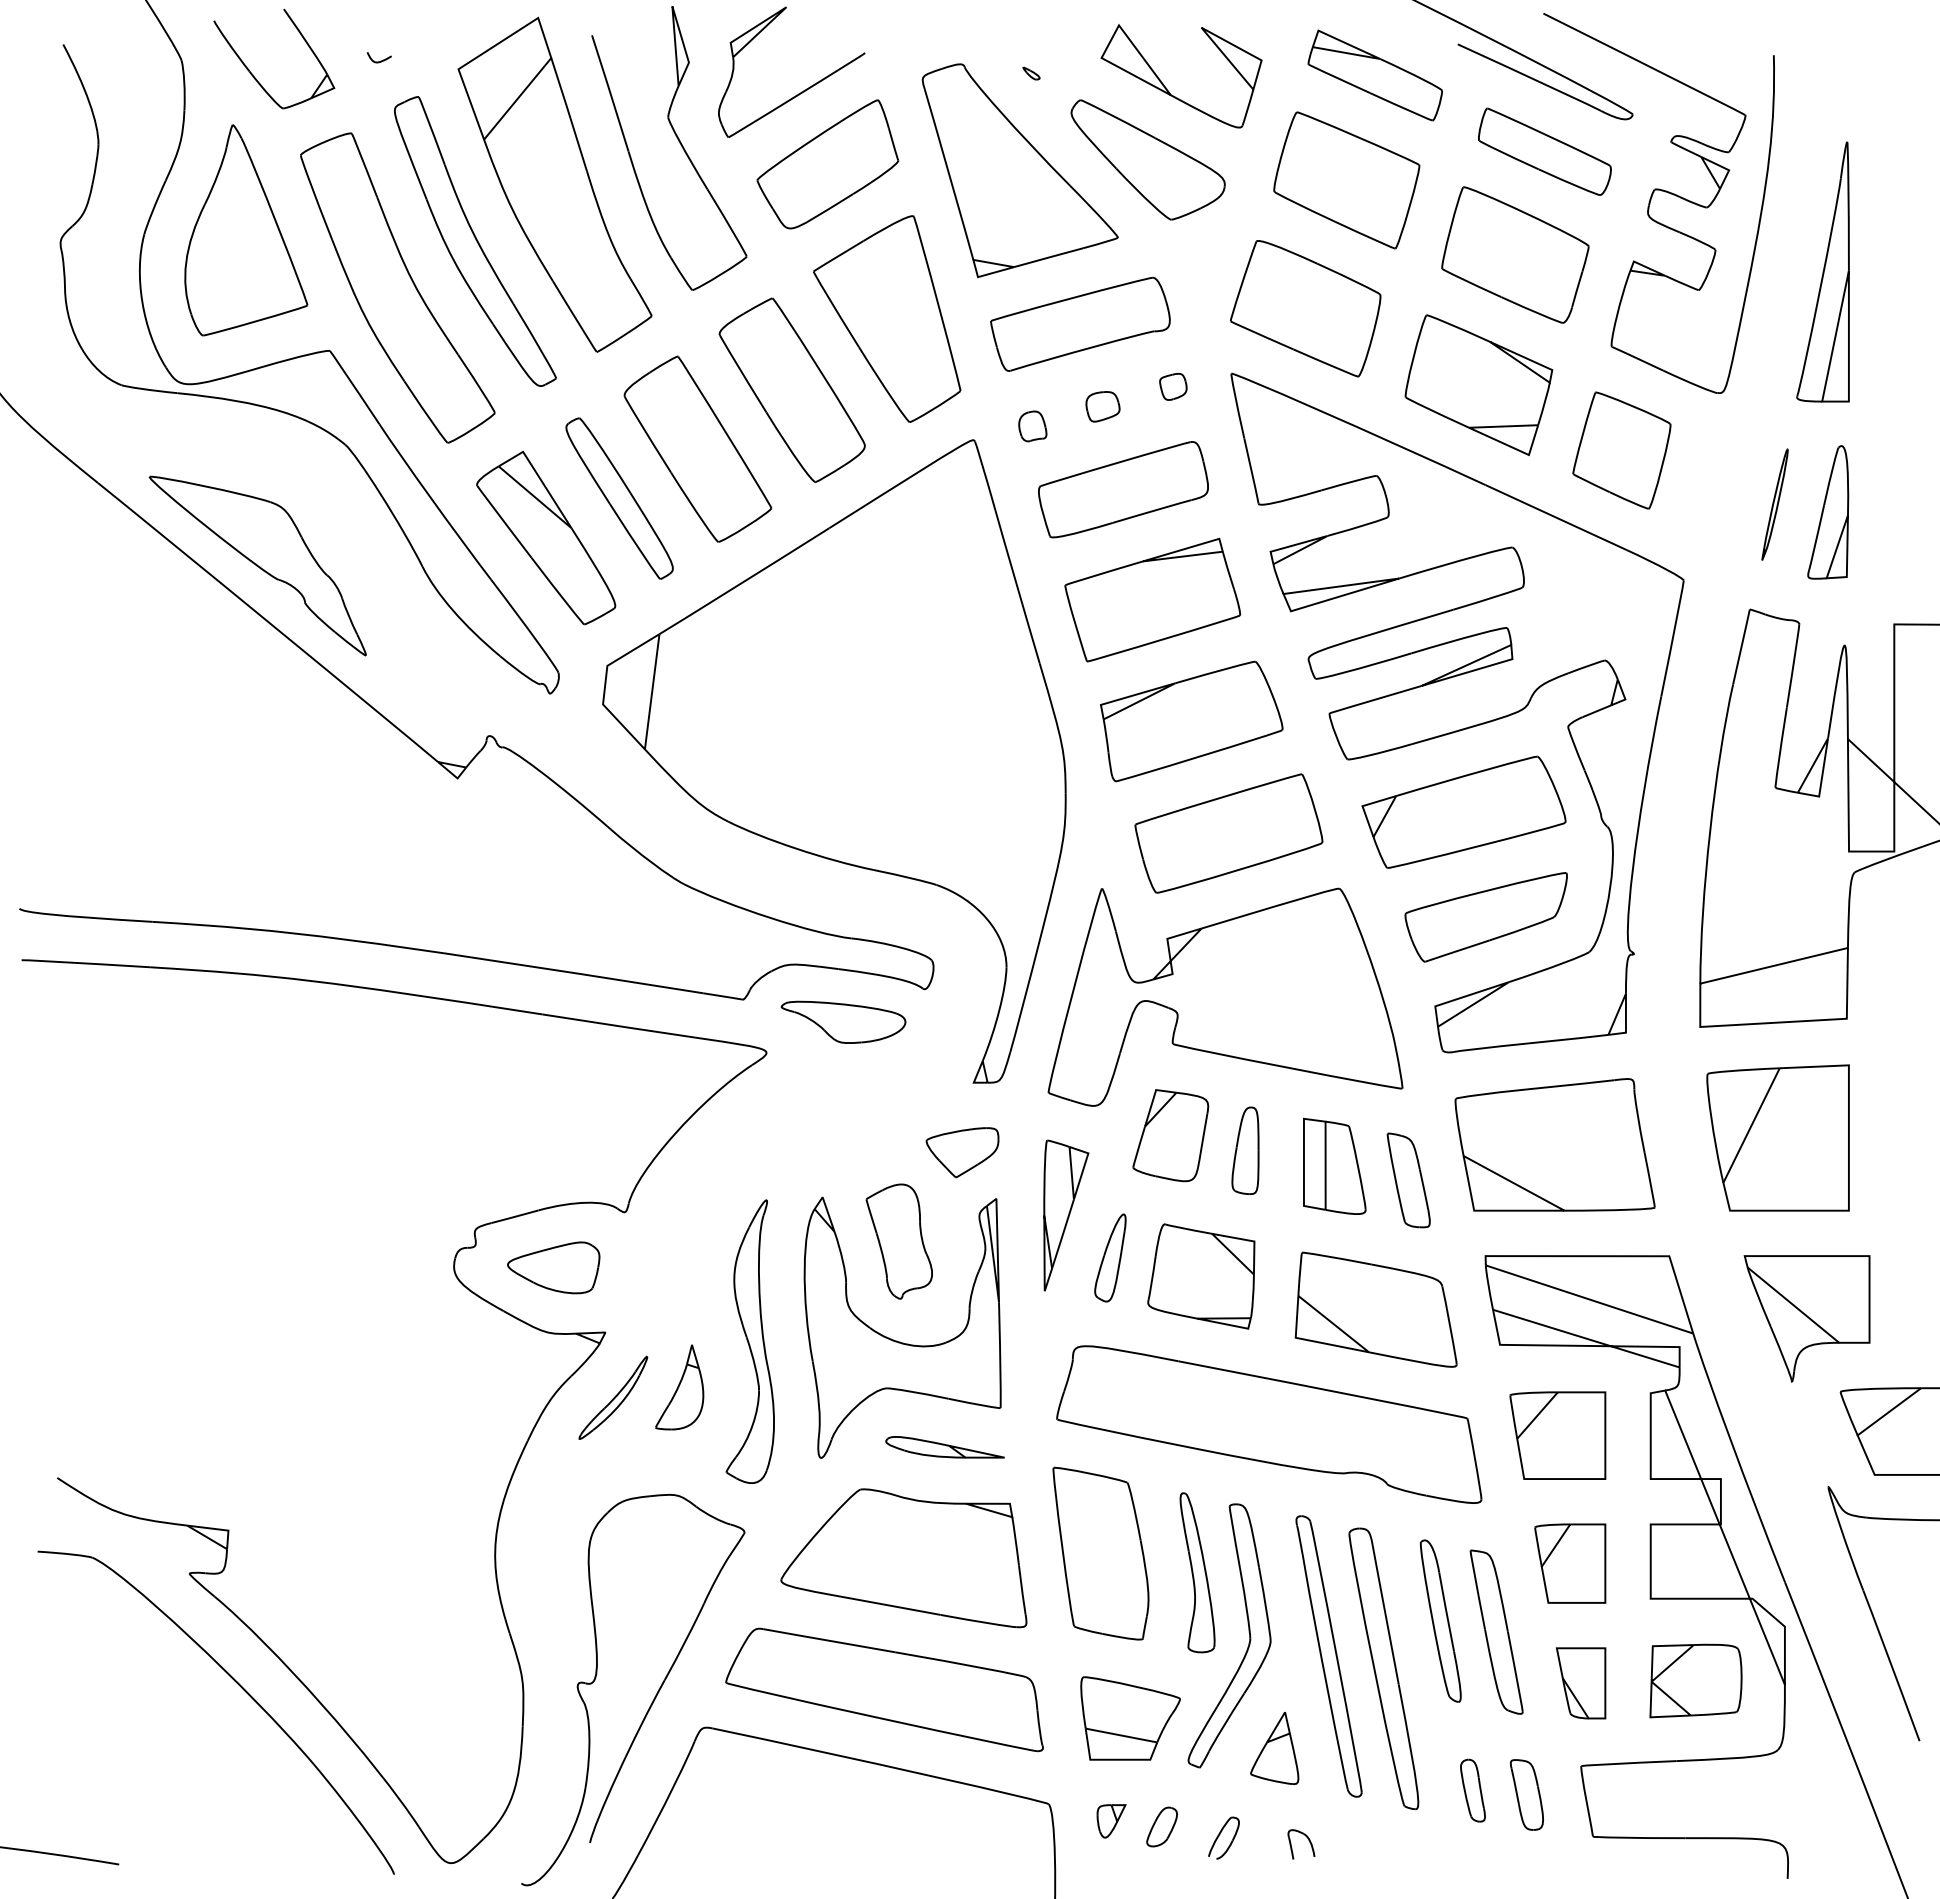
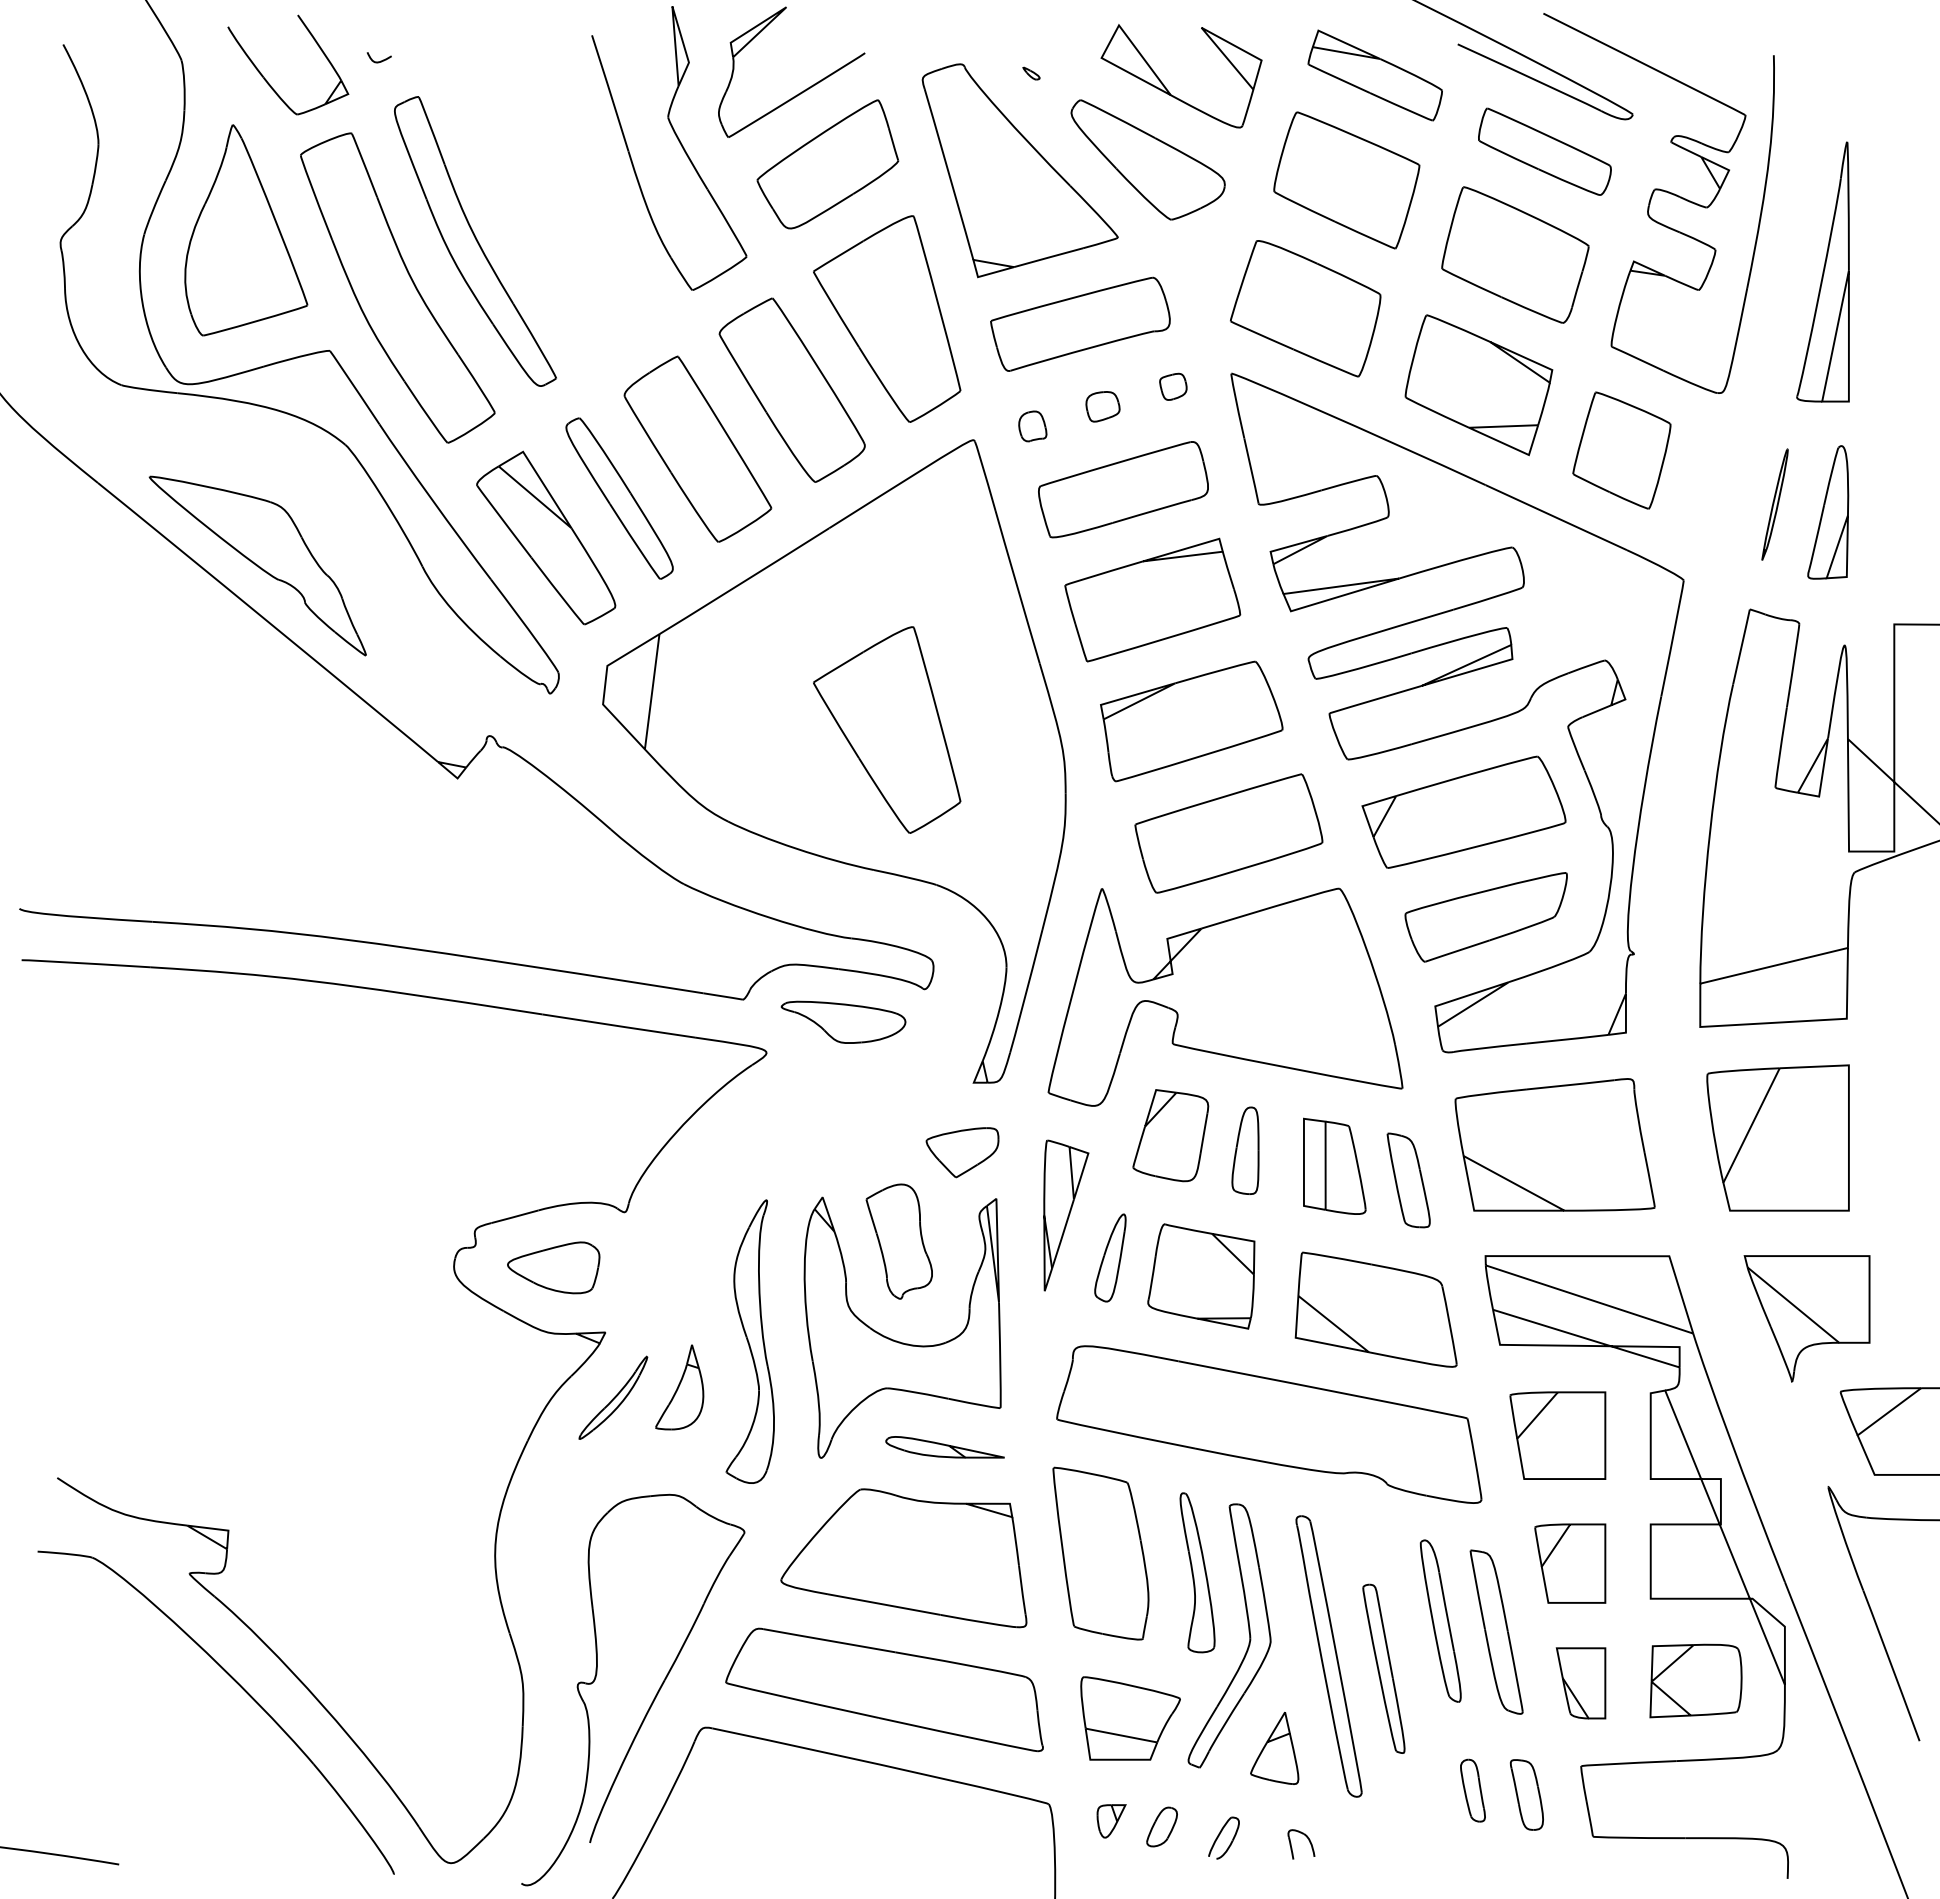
part at (253, 74) position: (253, 74) -> (267, 80)
part at (554, 184): present -> none
part at (887, 729): none -> present
part at (1383, 1668) size: 72x284 px -> 44x171 px
